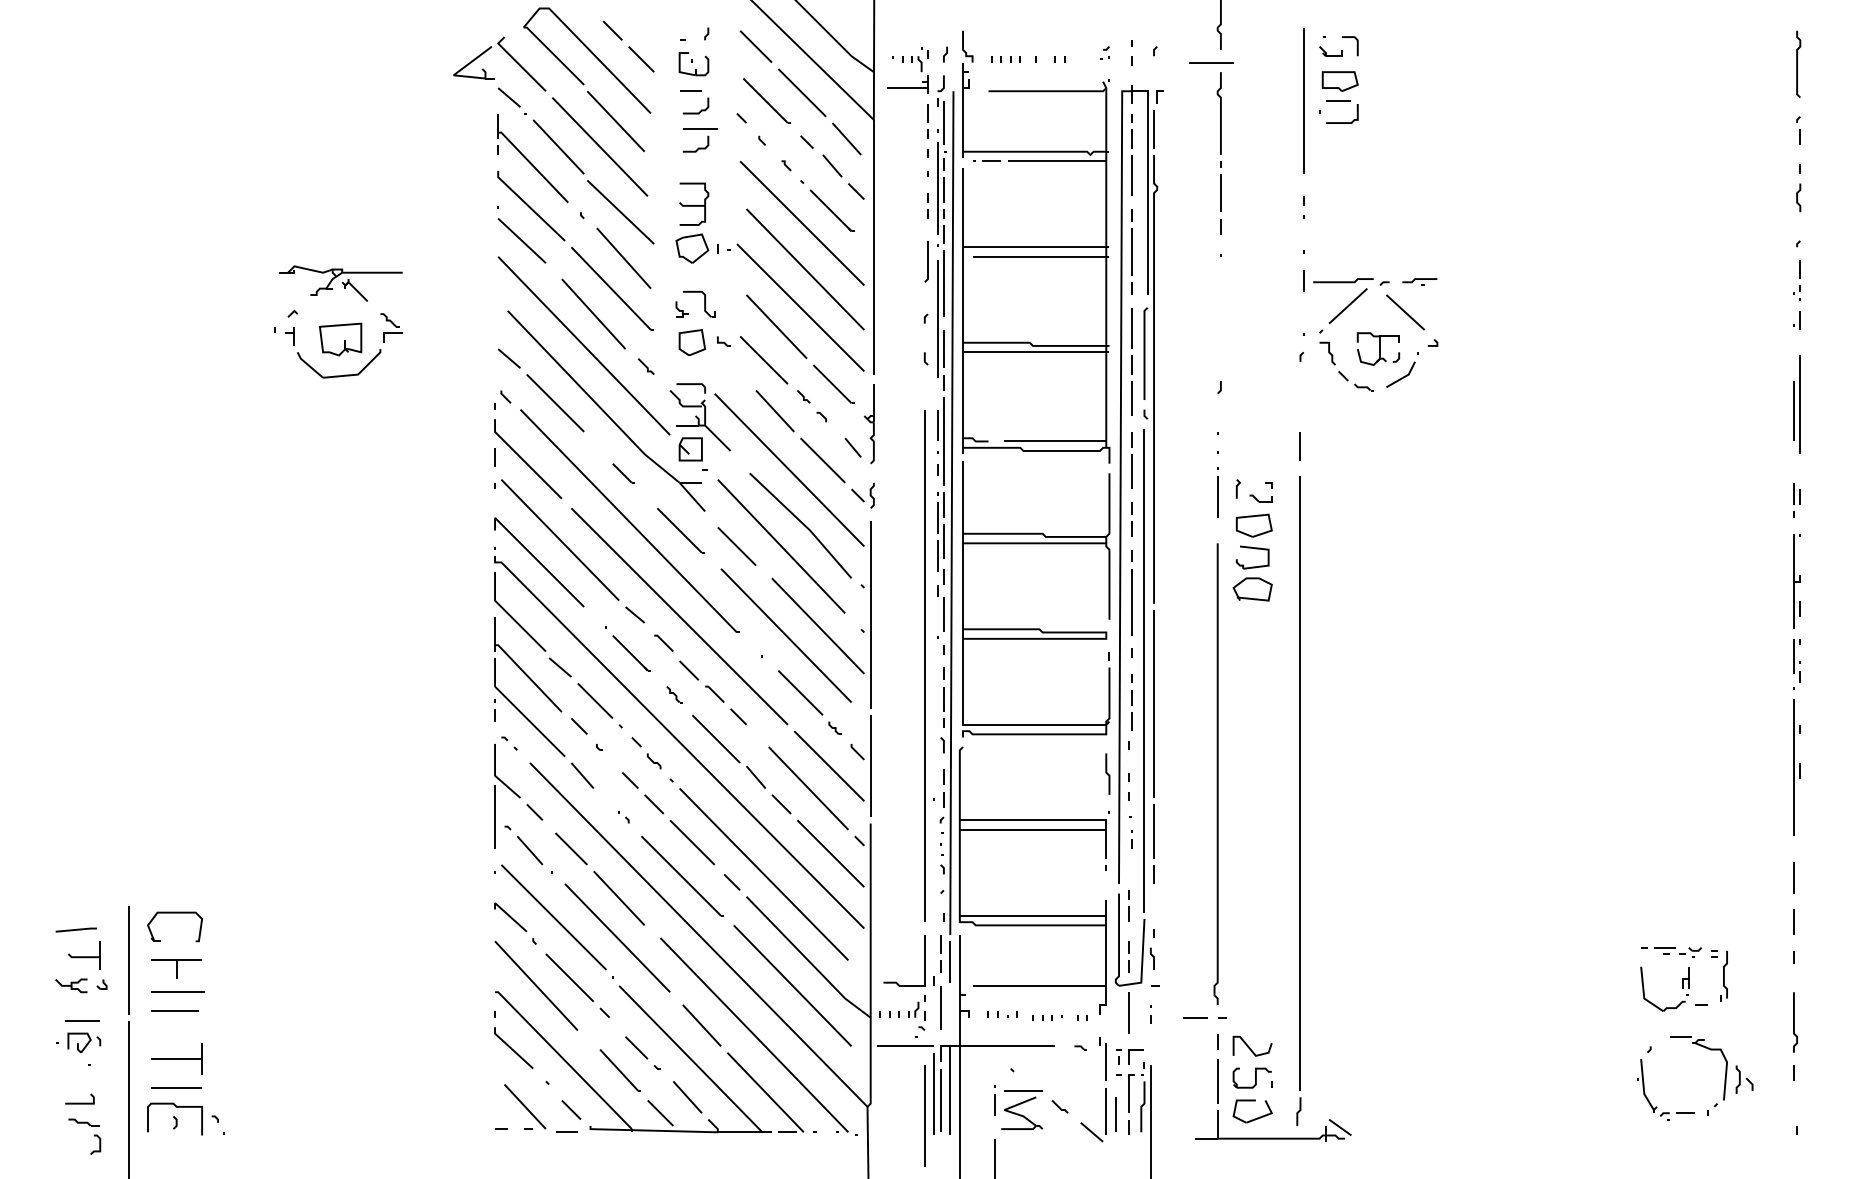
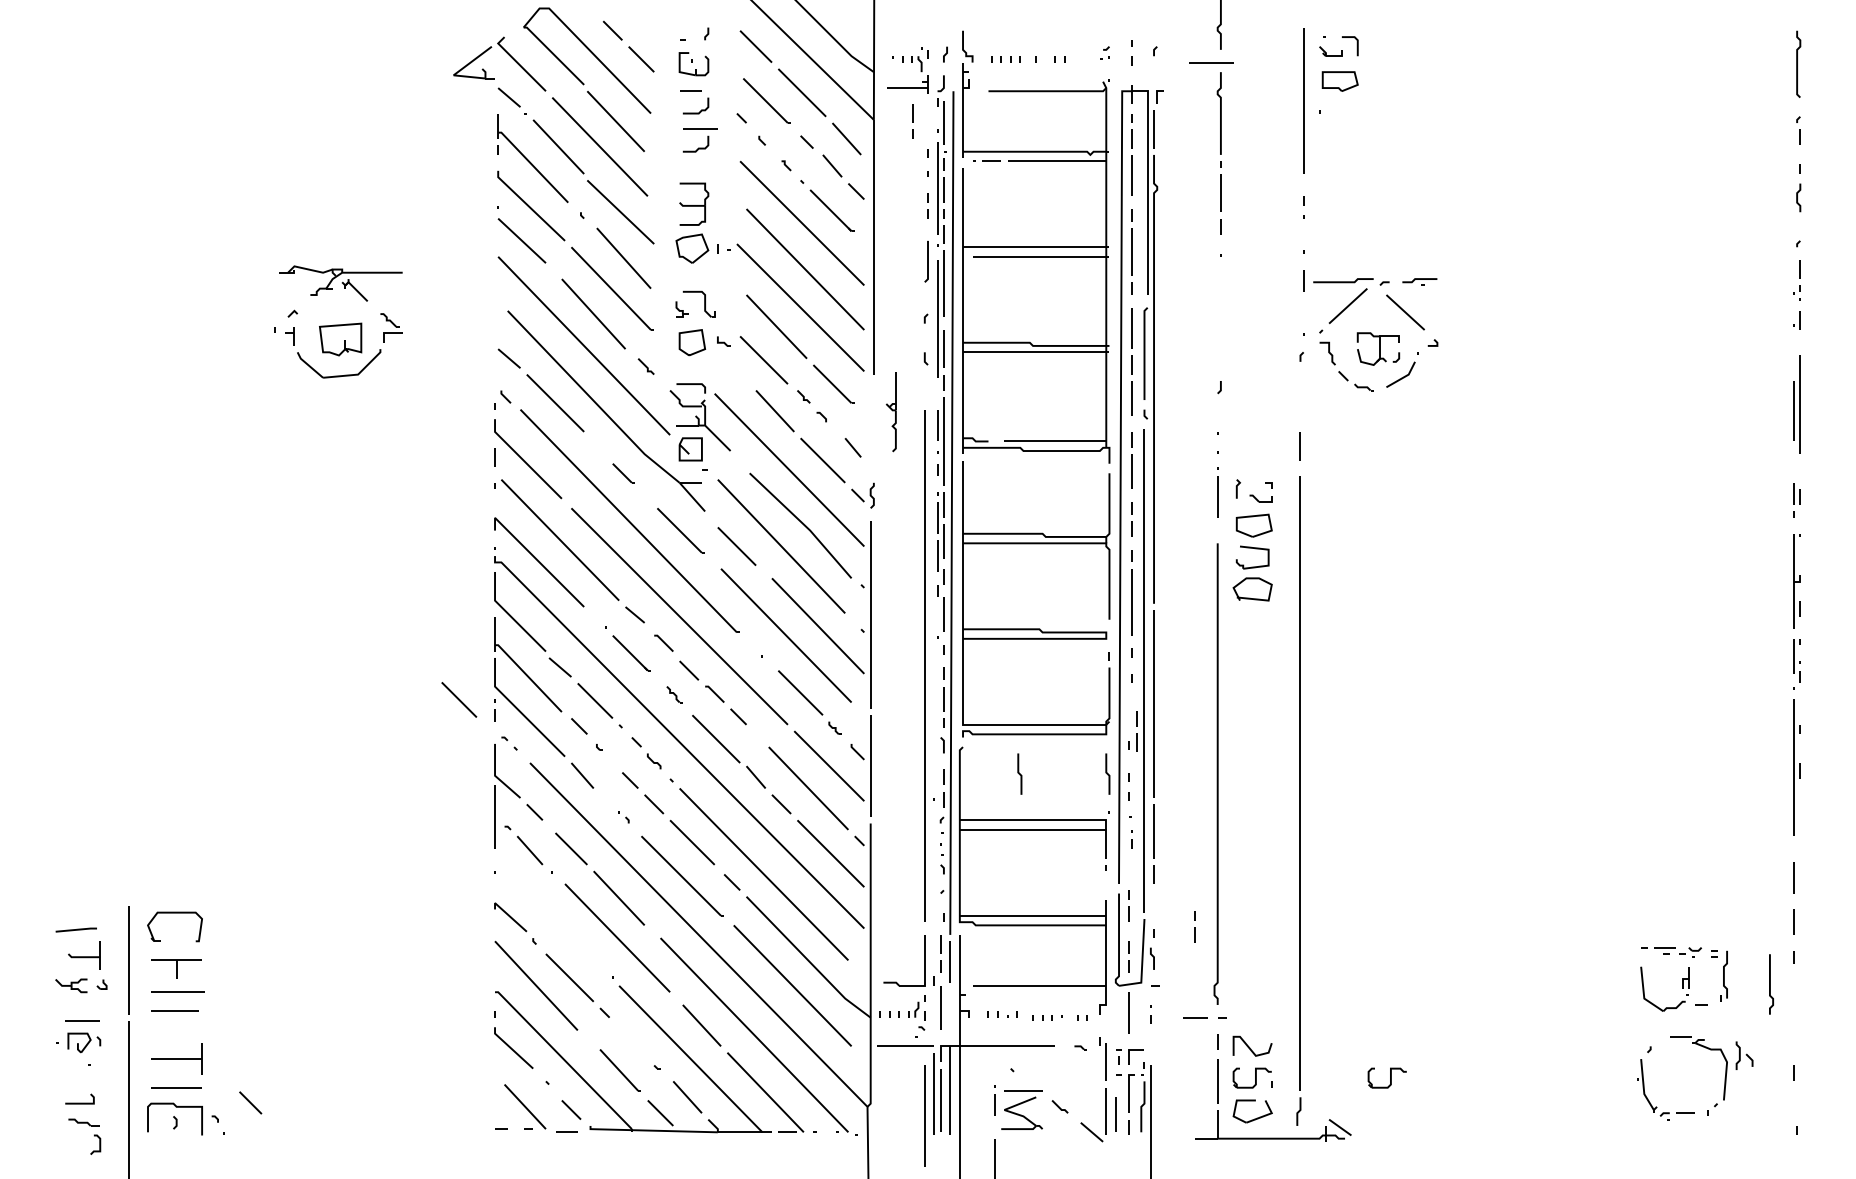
part at (1342, 101): present -> none
line at (927, 121) position: (927, 121) -> (912, 121)
part at (868, 424) position: (868, 424) -> (890, 412)
line at (459, 699): none -> present
line at (1131, 712) position: (1131, 712) -> (1136, 733)
line at (1019, 773): none -> present
line at (553, 917): present -> none
line at (1194, 927): none -> present
curve at (1794, 1022) position: (1794, 1022) -> (1770, 984)
line at (636, 1047) position: (636, 1047) -> (250, 1102)
part at (1386, 1077): none -> present
part at (1744, 1079) position: (1744, 1079) -> (1744, 1055)
